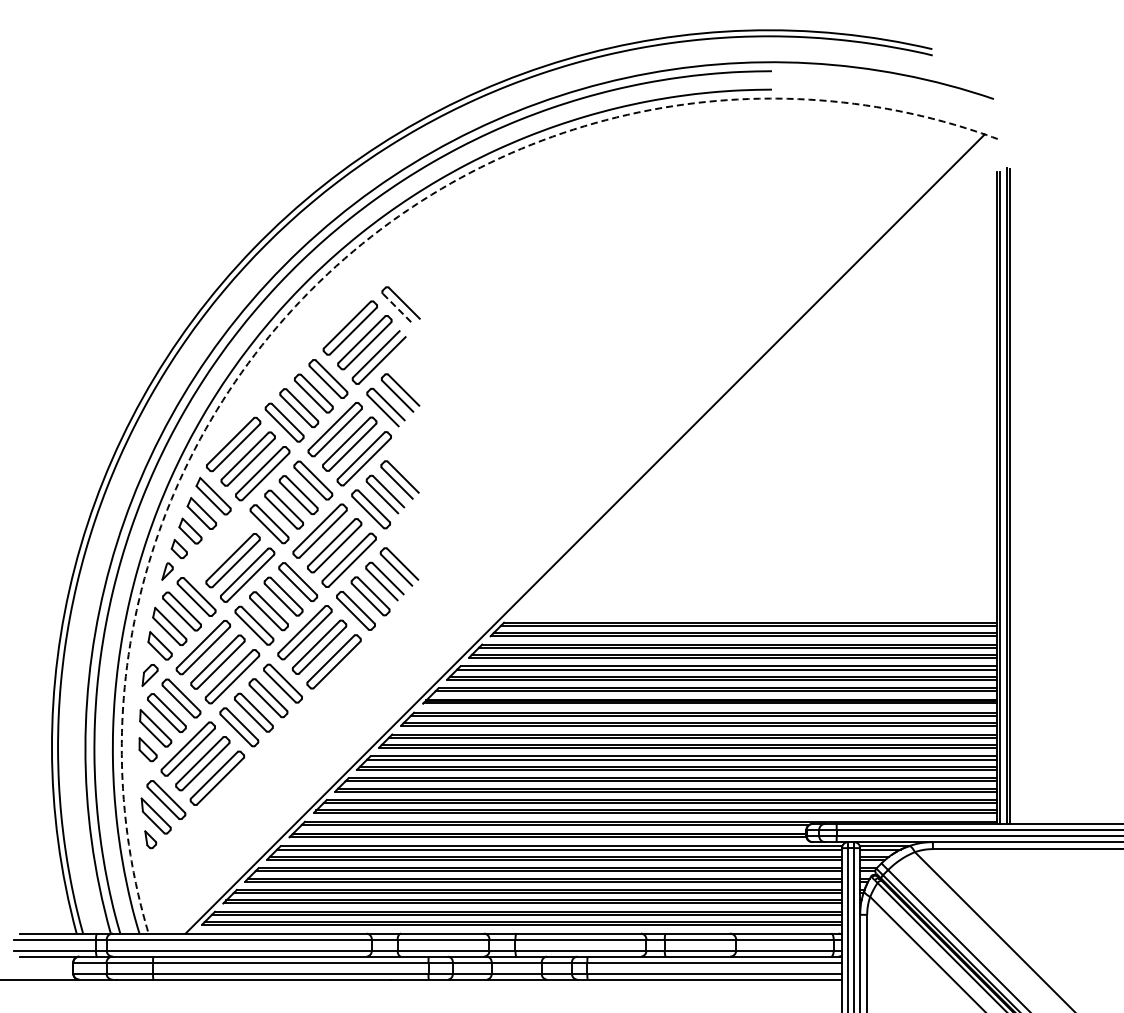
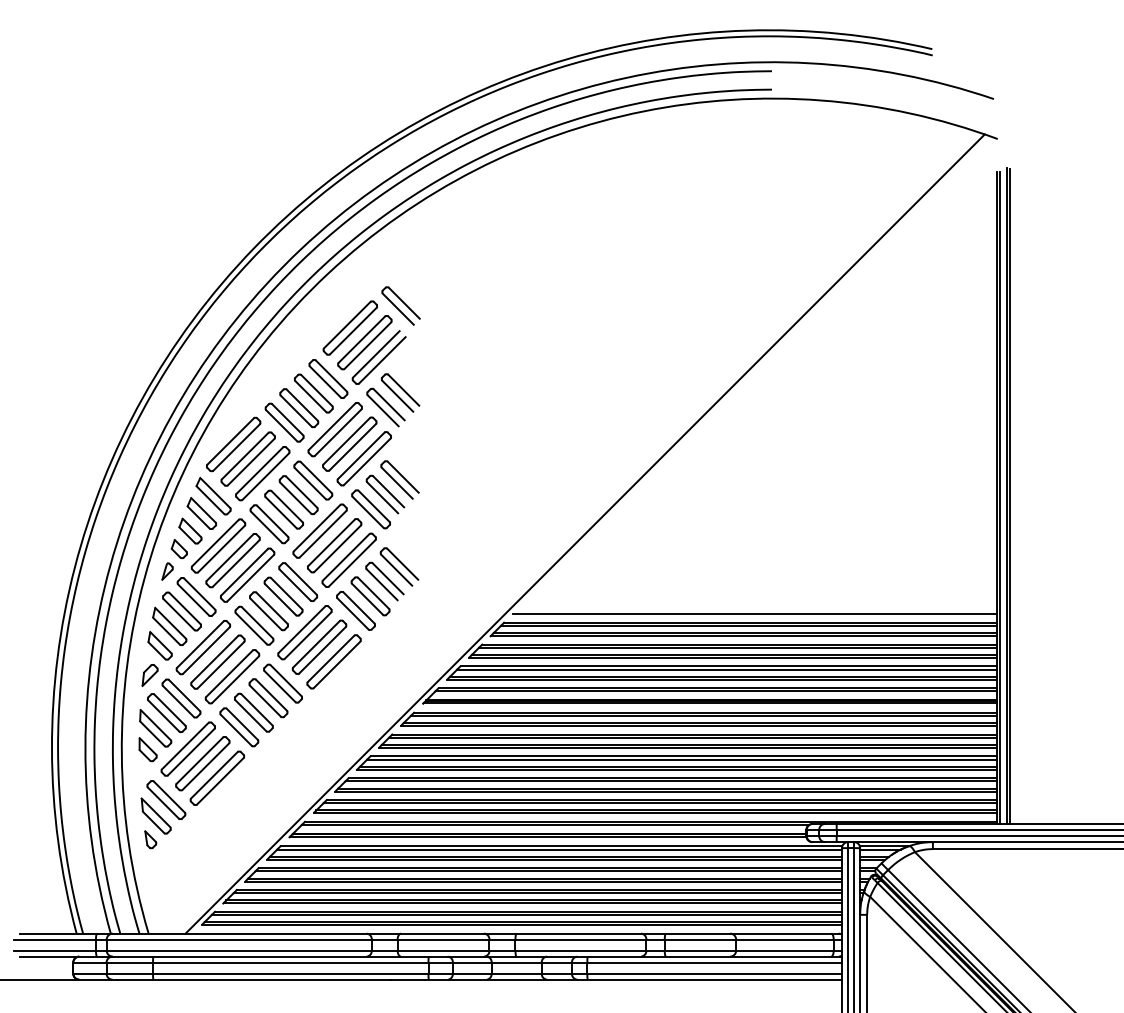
arc at (327, 274): dashed -> solid
line at (398, 309): dashed -> solid
part at (218, 545): none -> present
line at (754, 614): none -> present
